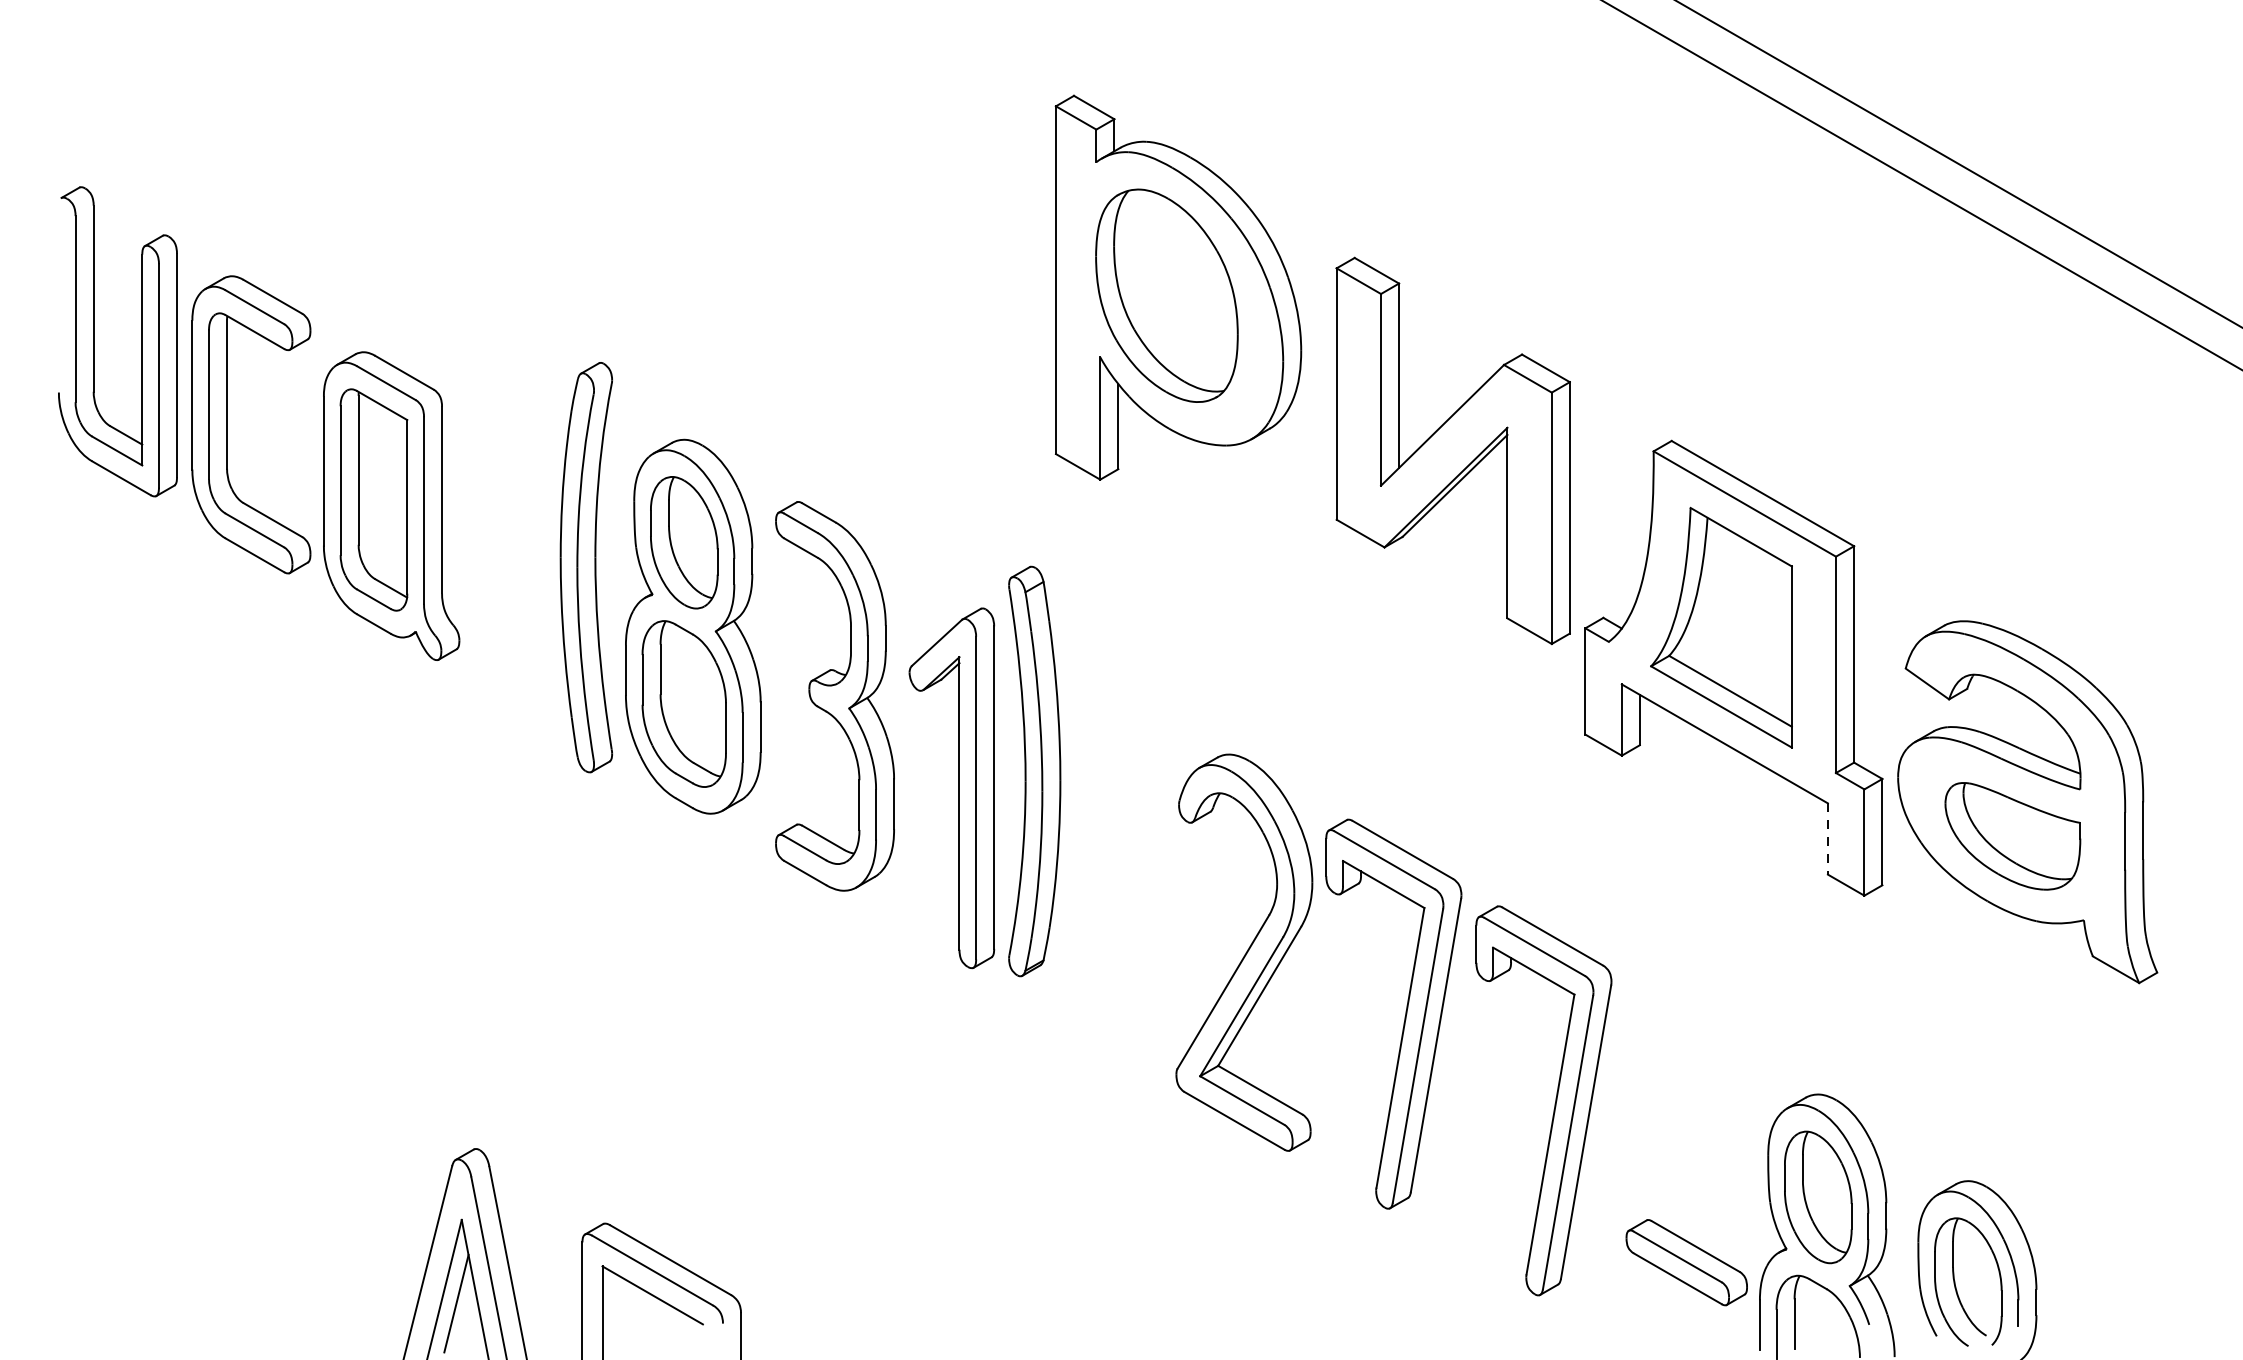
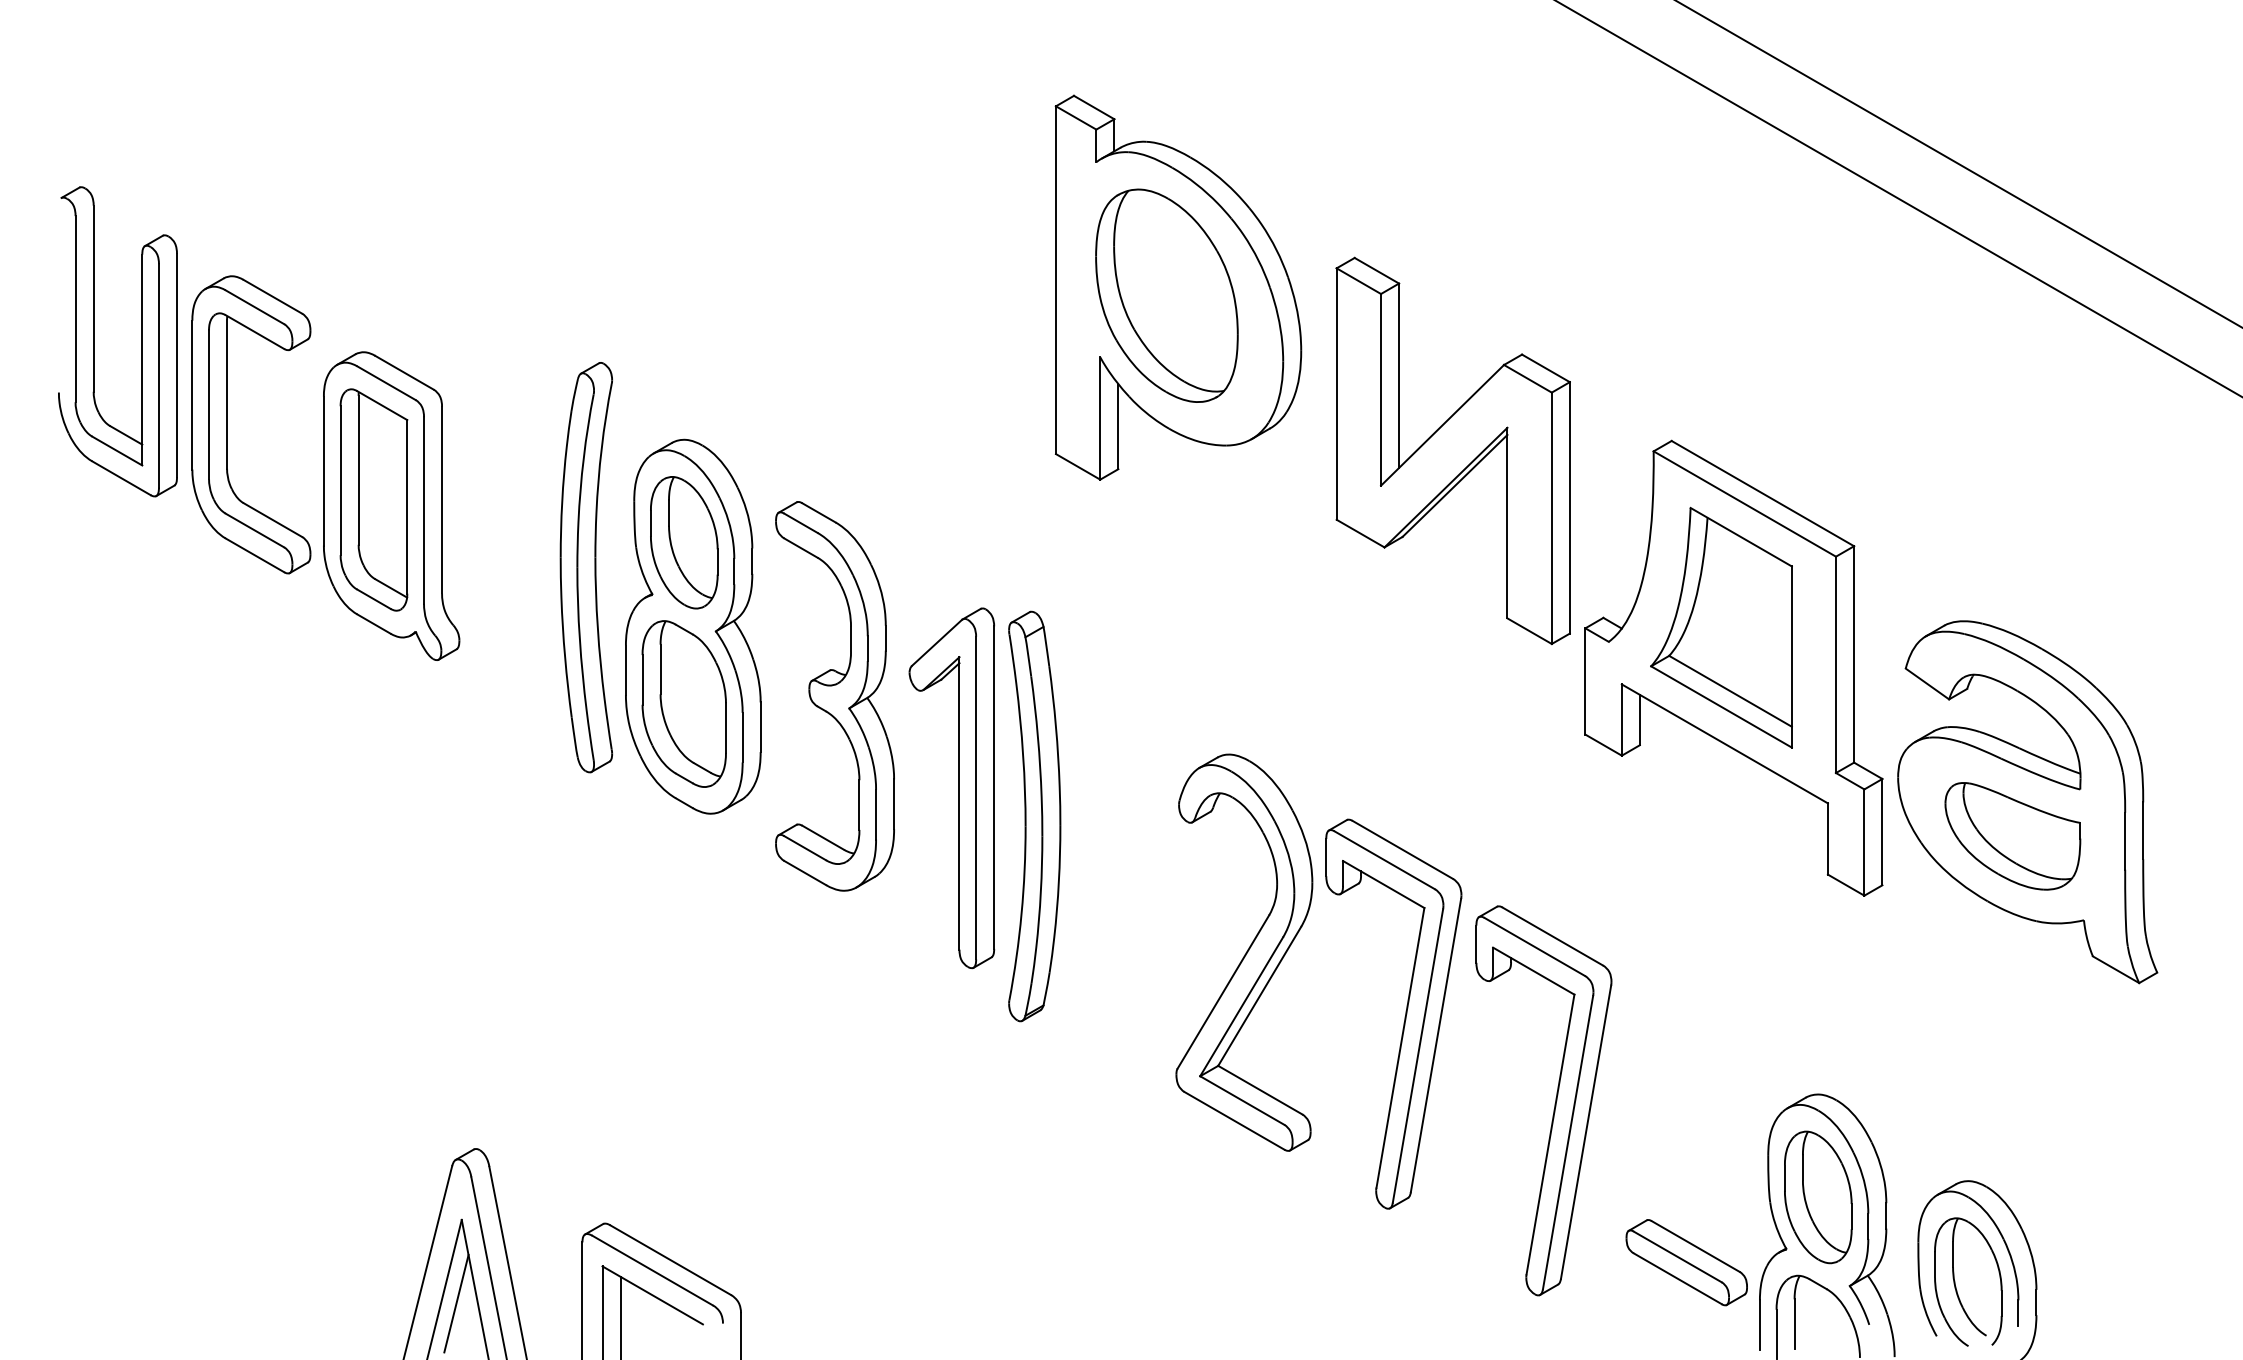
line at (1921, 185) position: (1921, 185) -> (1898, 198)
part at (1034, 771) position: (1034, 771) -> (1034, 816)
line at (1827, 838): dashed -> solid
line at (620, 1316): none -> present
